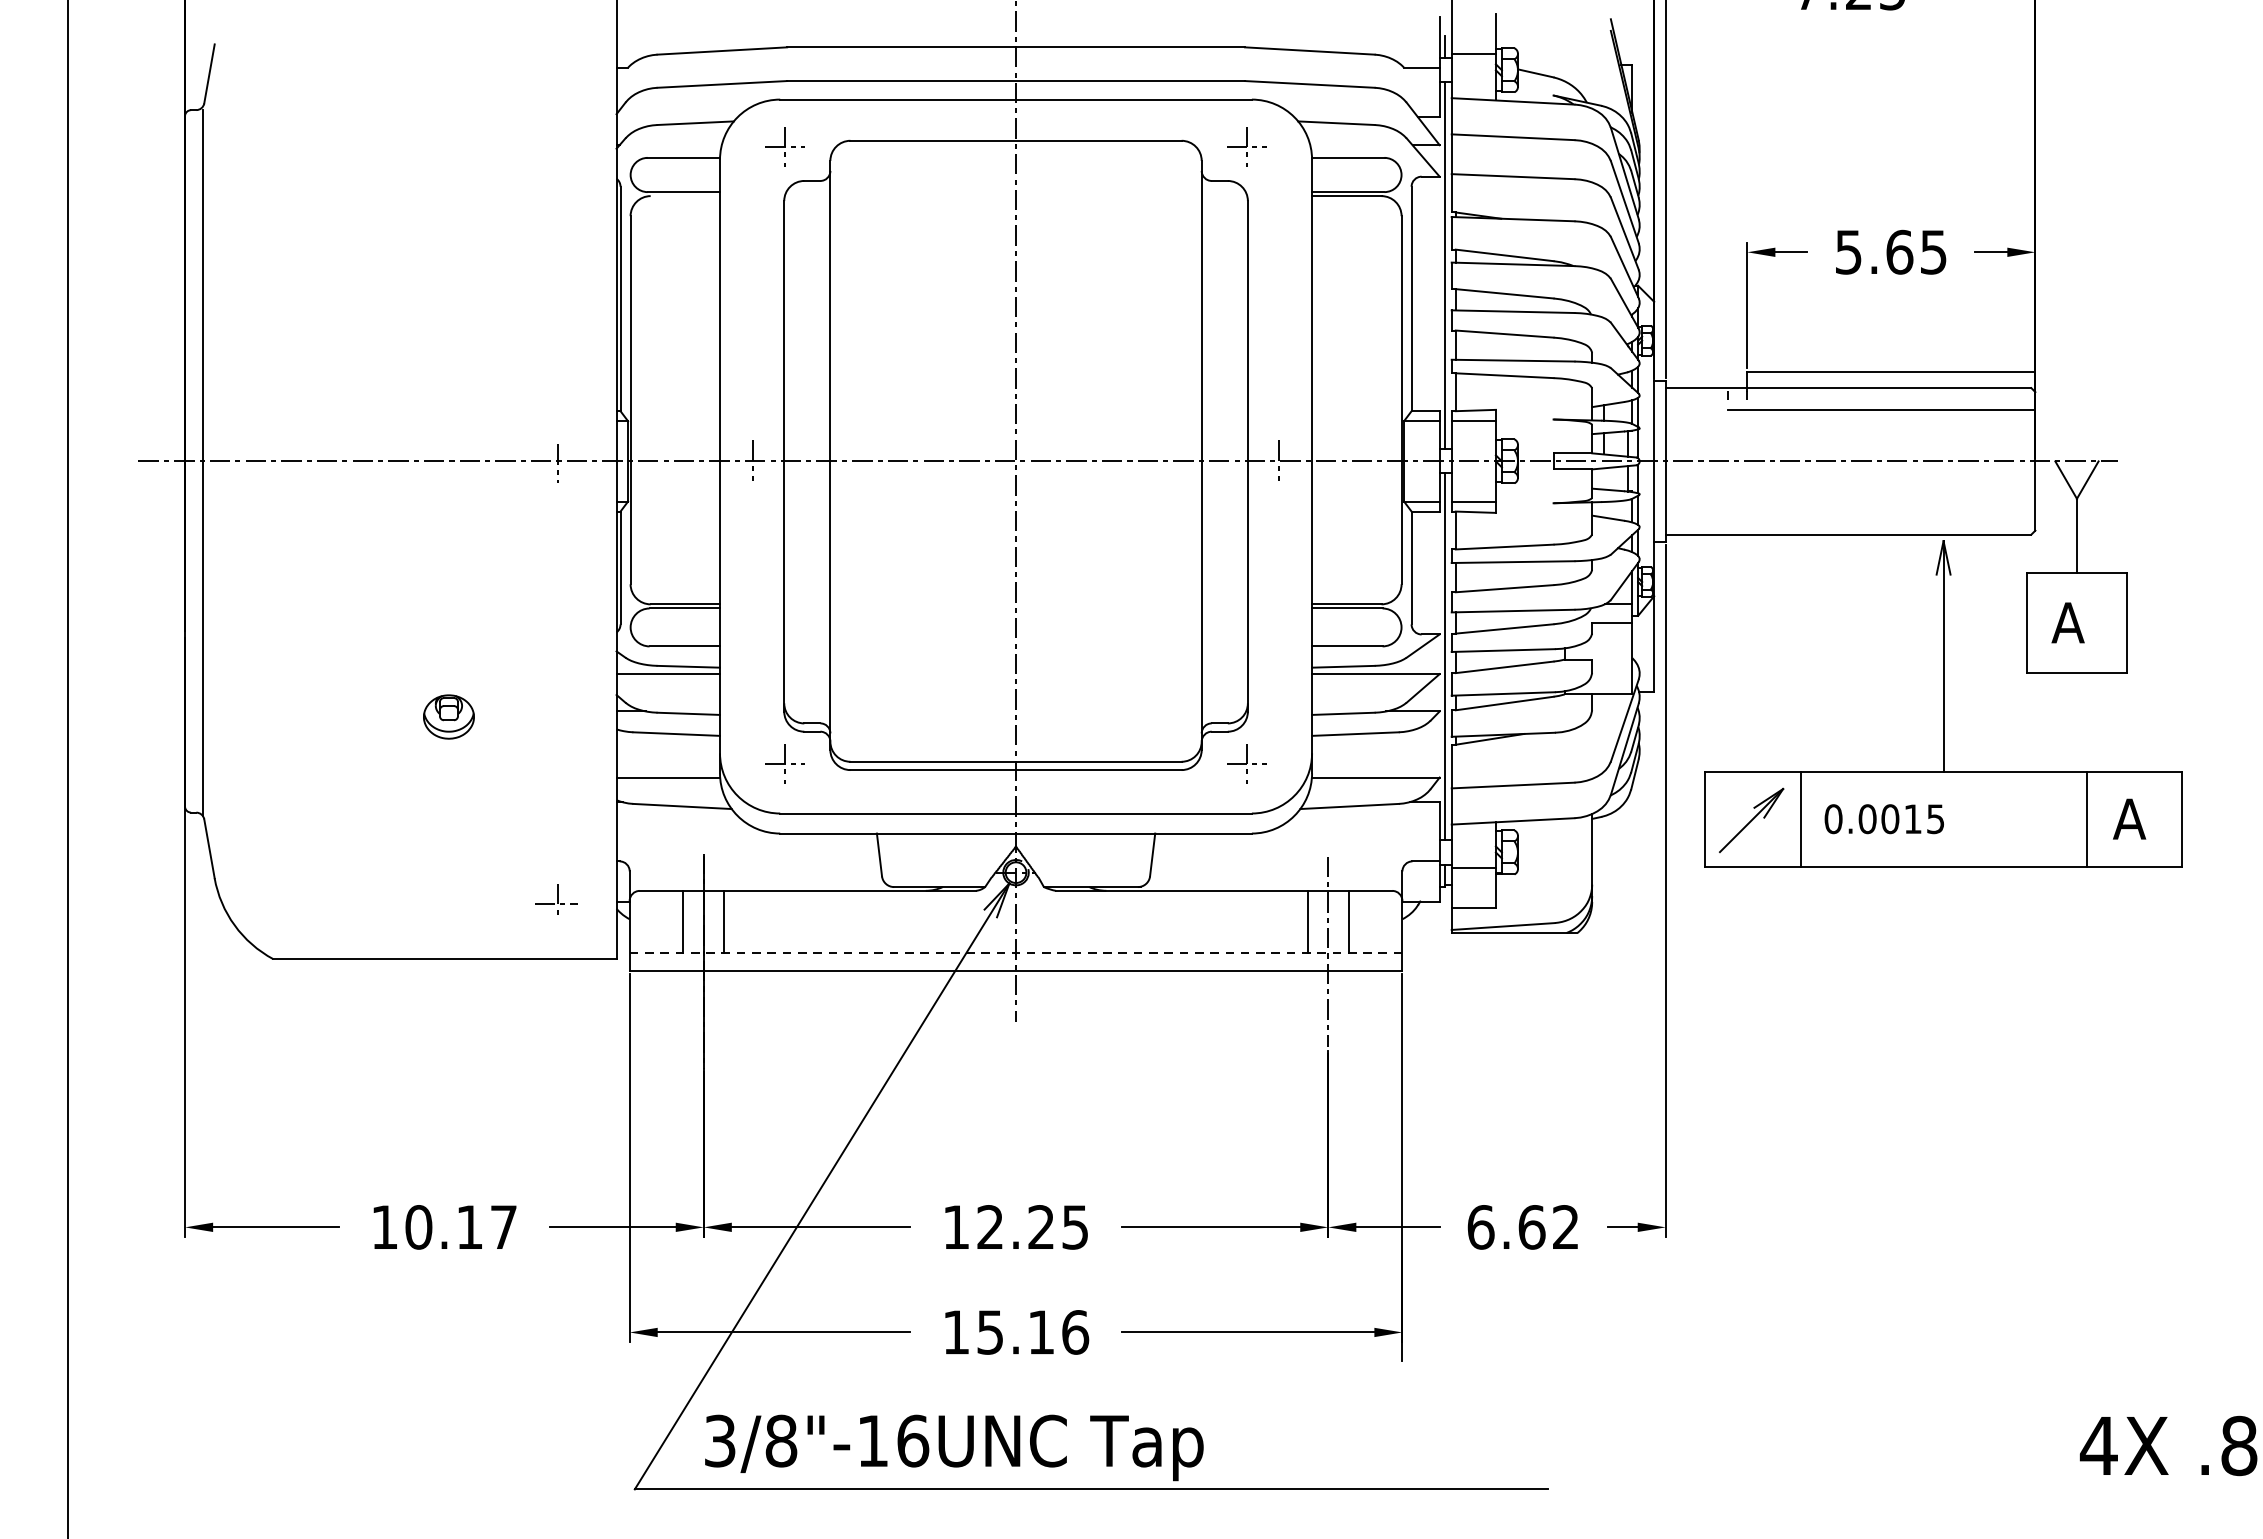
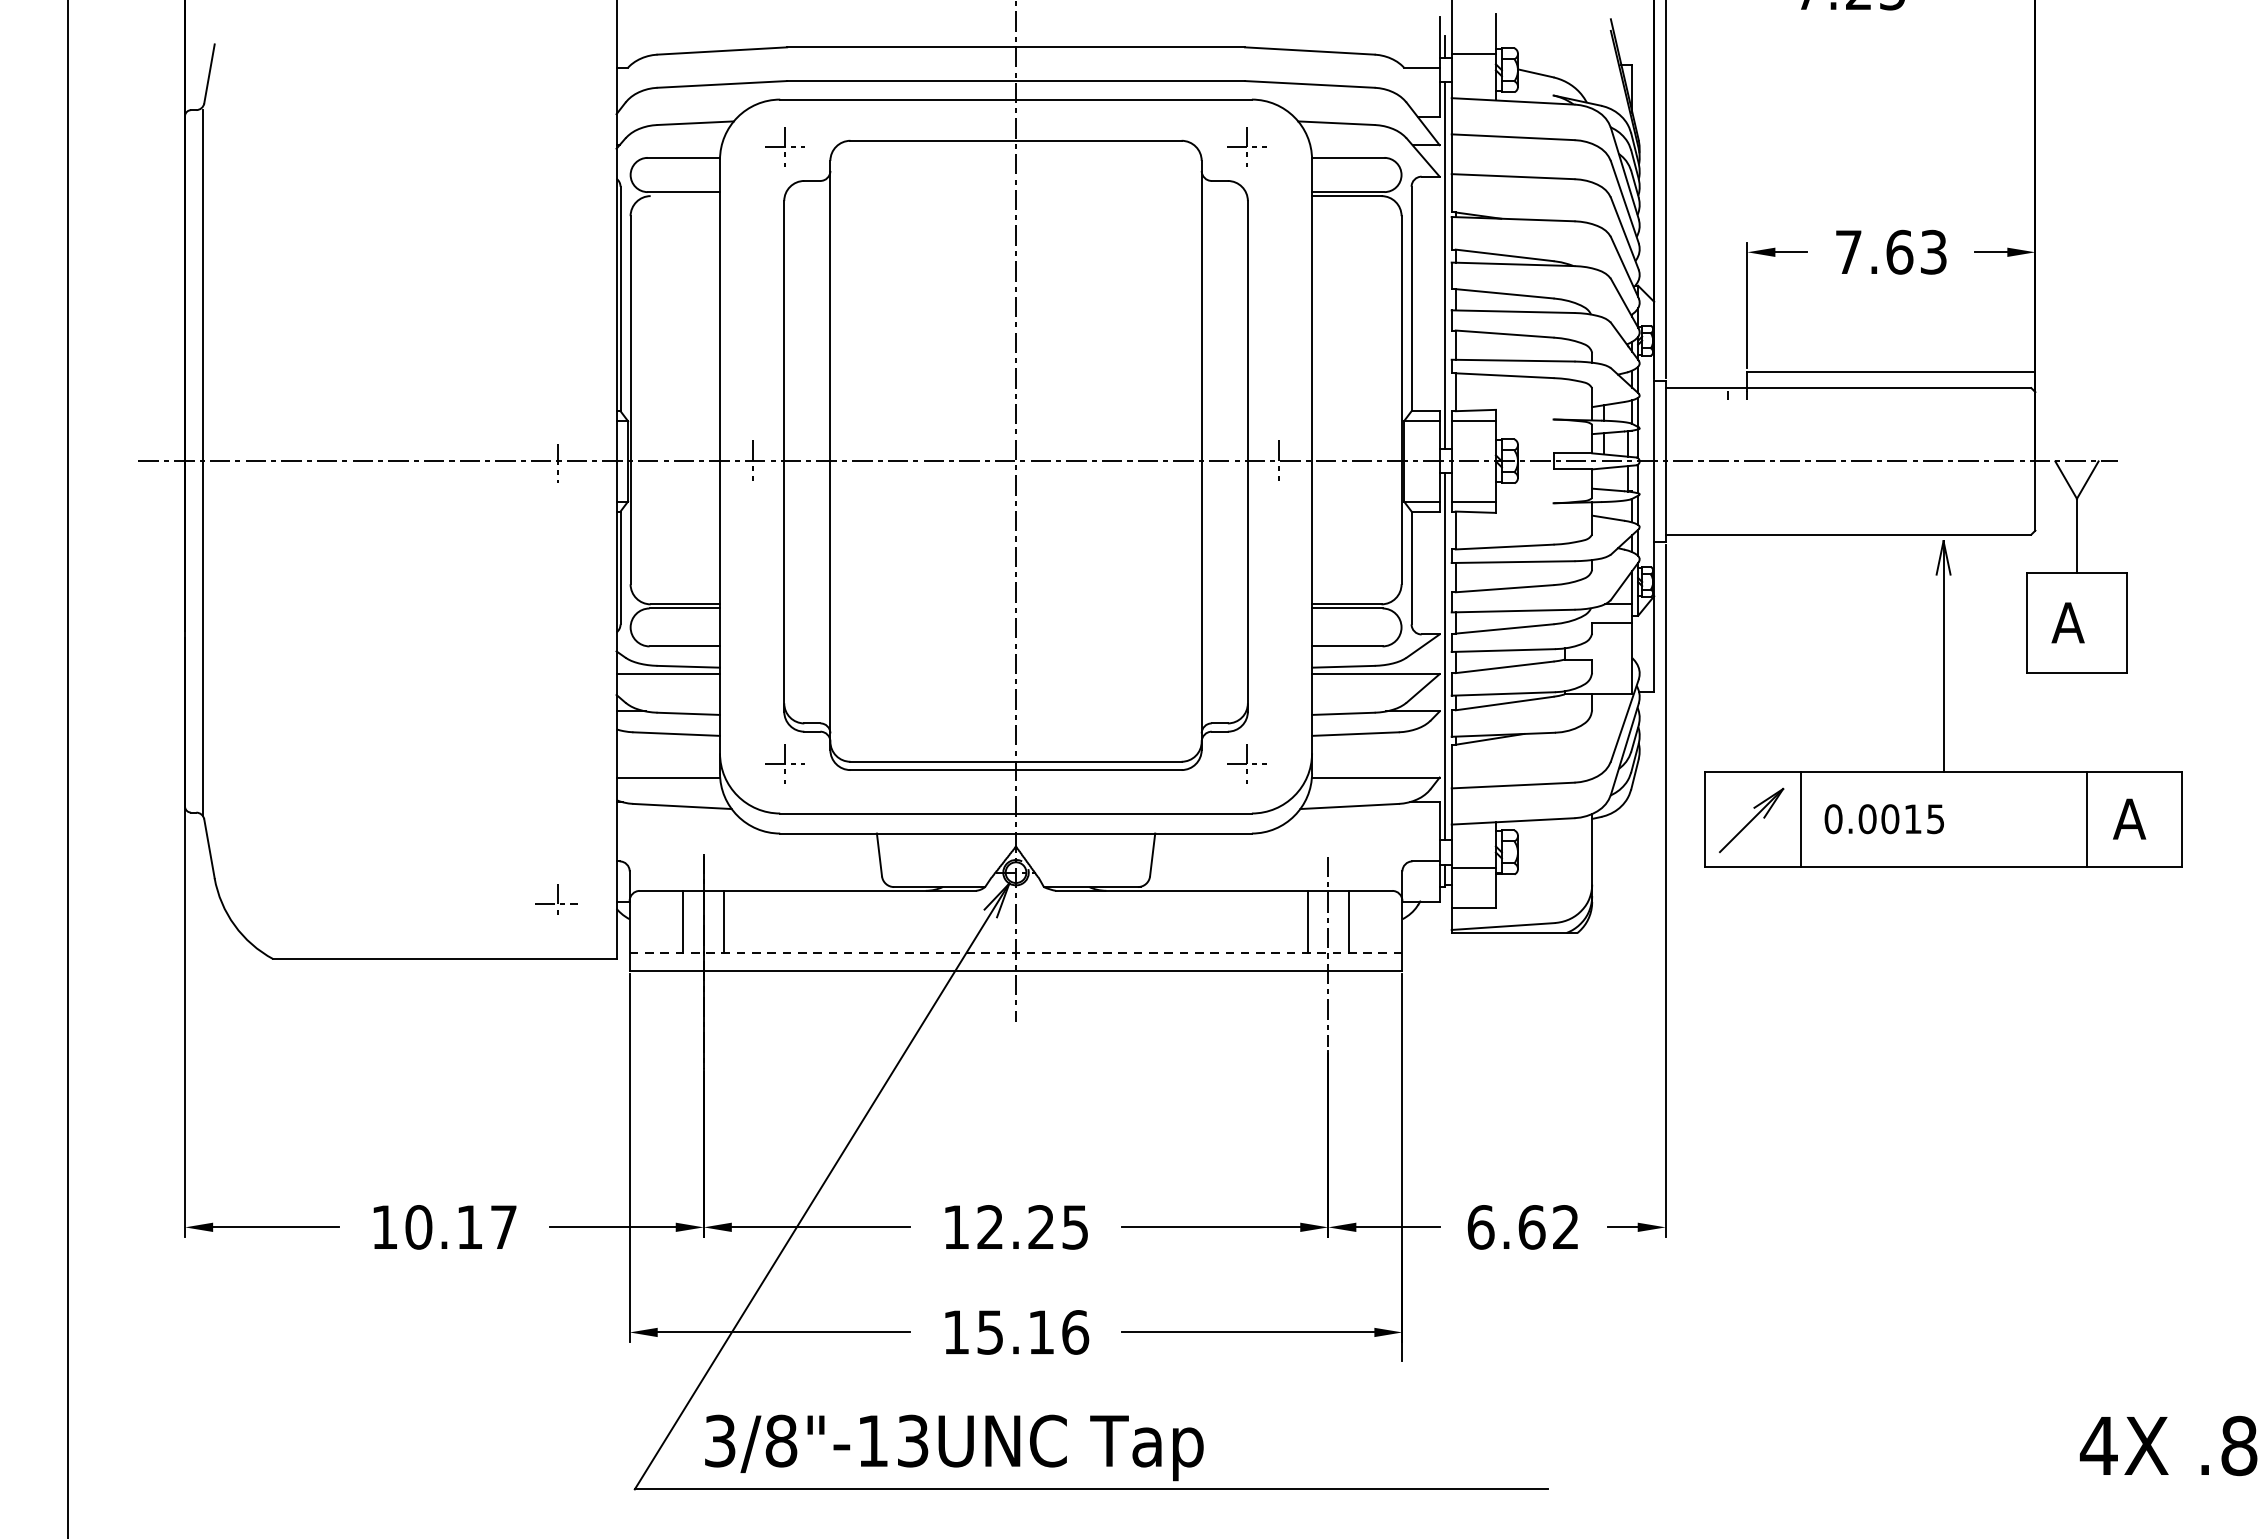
text at (1891, 251): 5.65 -> 7.63
line at (1881, 409): present -> none
part at (448, 716): present -> none
text at (913, 1440): 3/8"-16UNC -> 3/8"-13UNC
